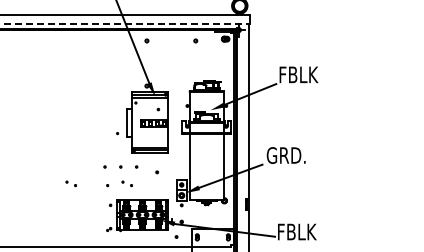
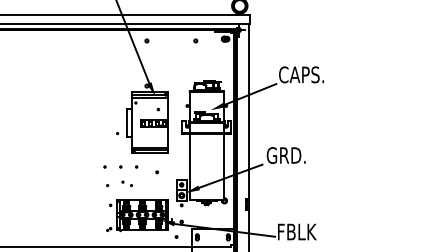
line at (125, 24): dashed -> solid
text at (301, 74): FBLK -> CAPS.
part at (71, 183): present -> none
